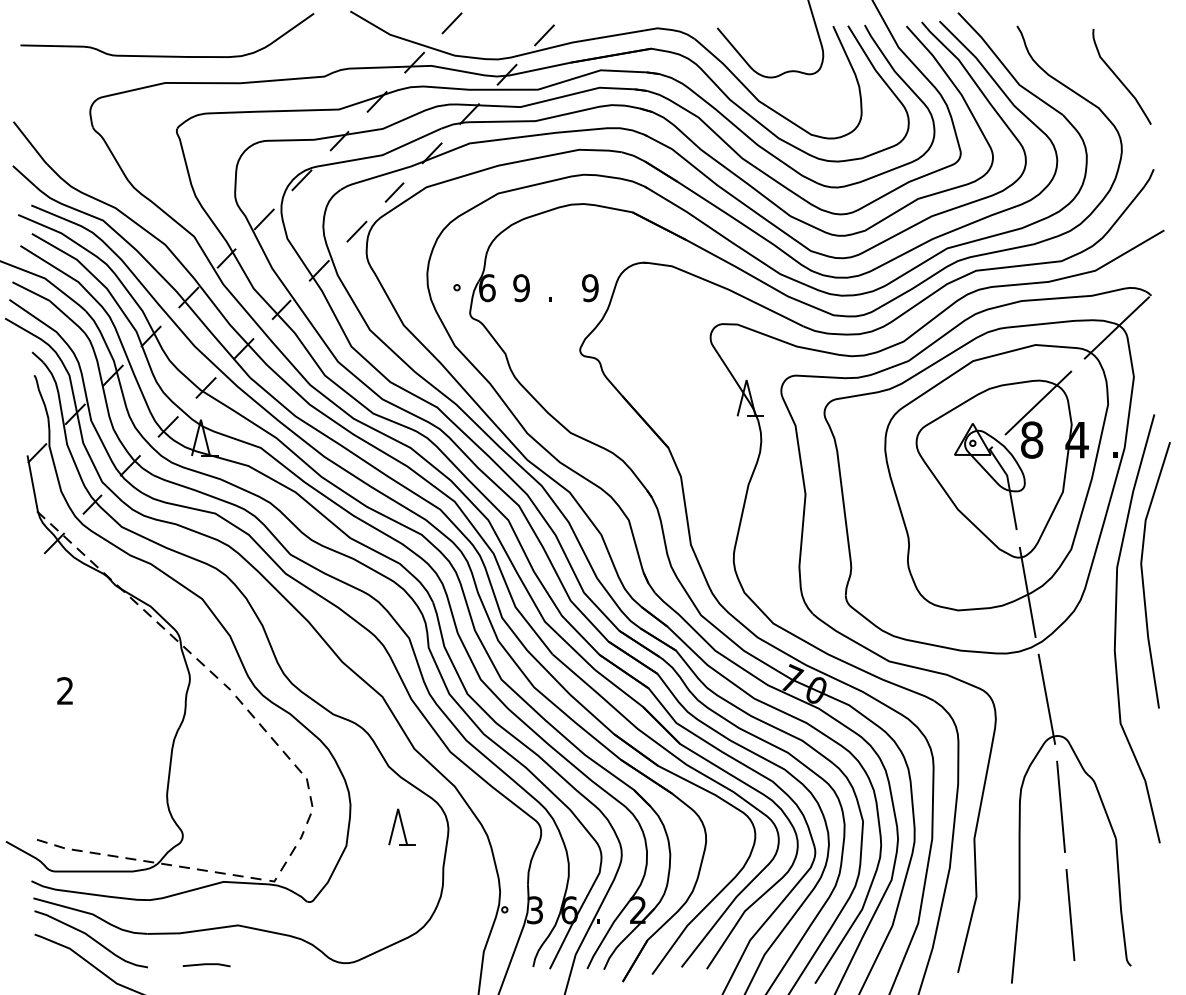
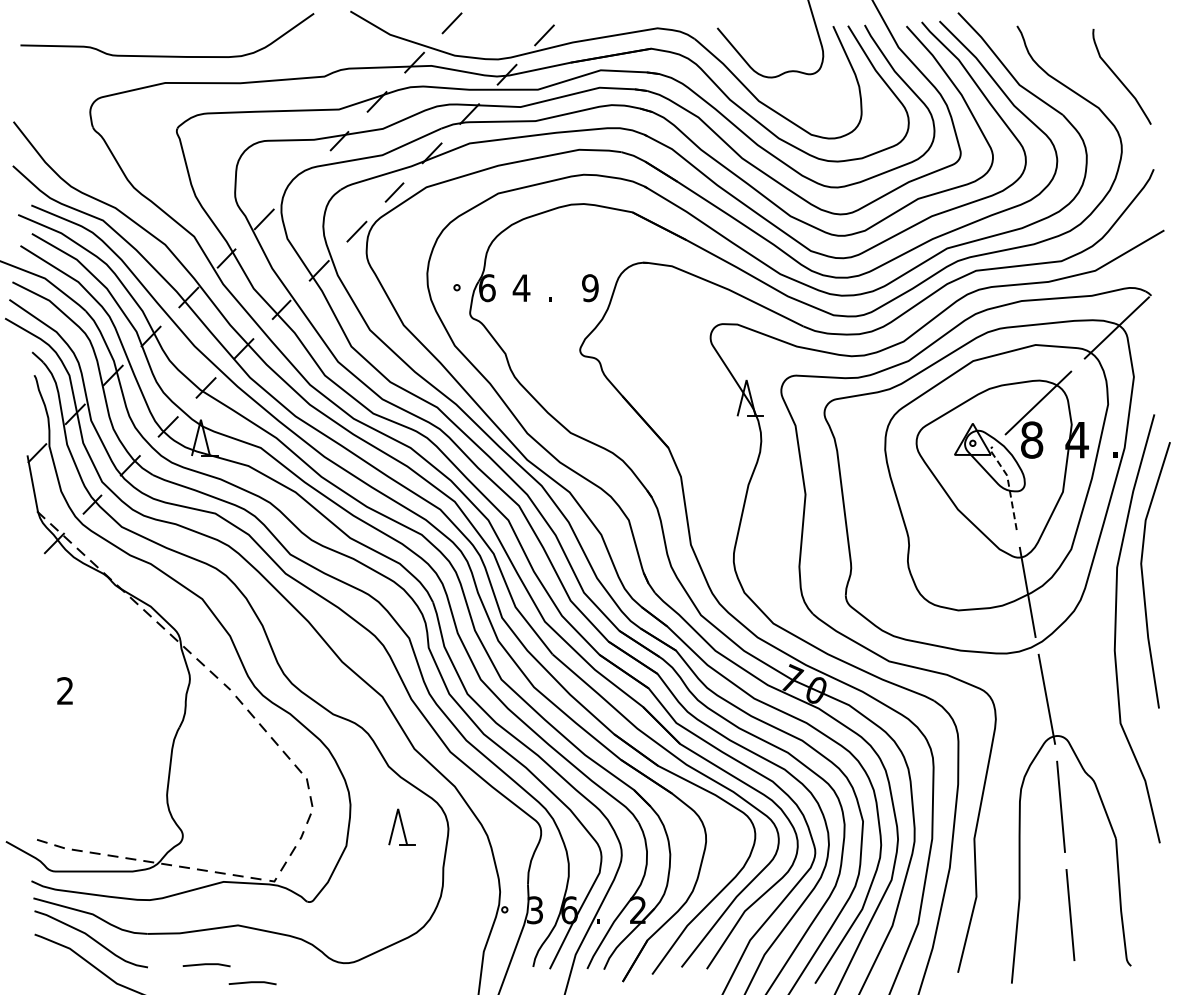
line at (301, 180): present -> none
text at (521, 288): 9 -> 4
line at (1008, 484): solid -> dashed
line at (252, 983): none -> present
